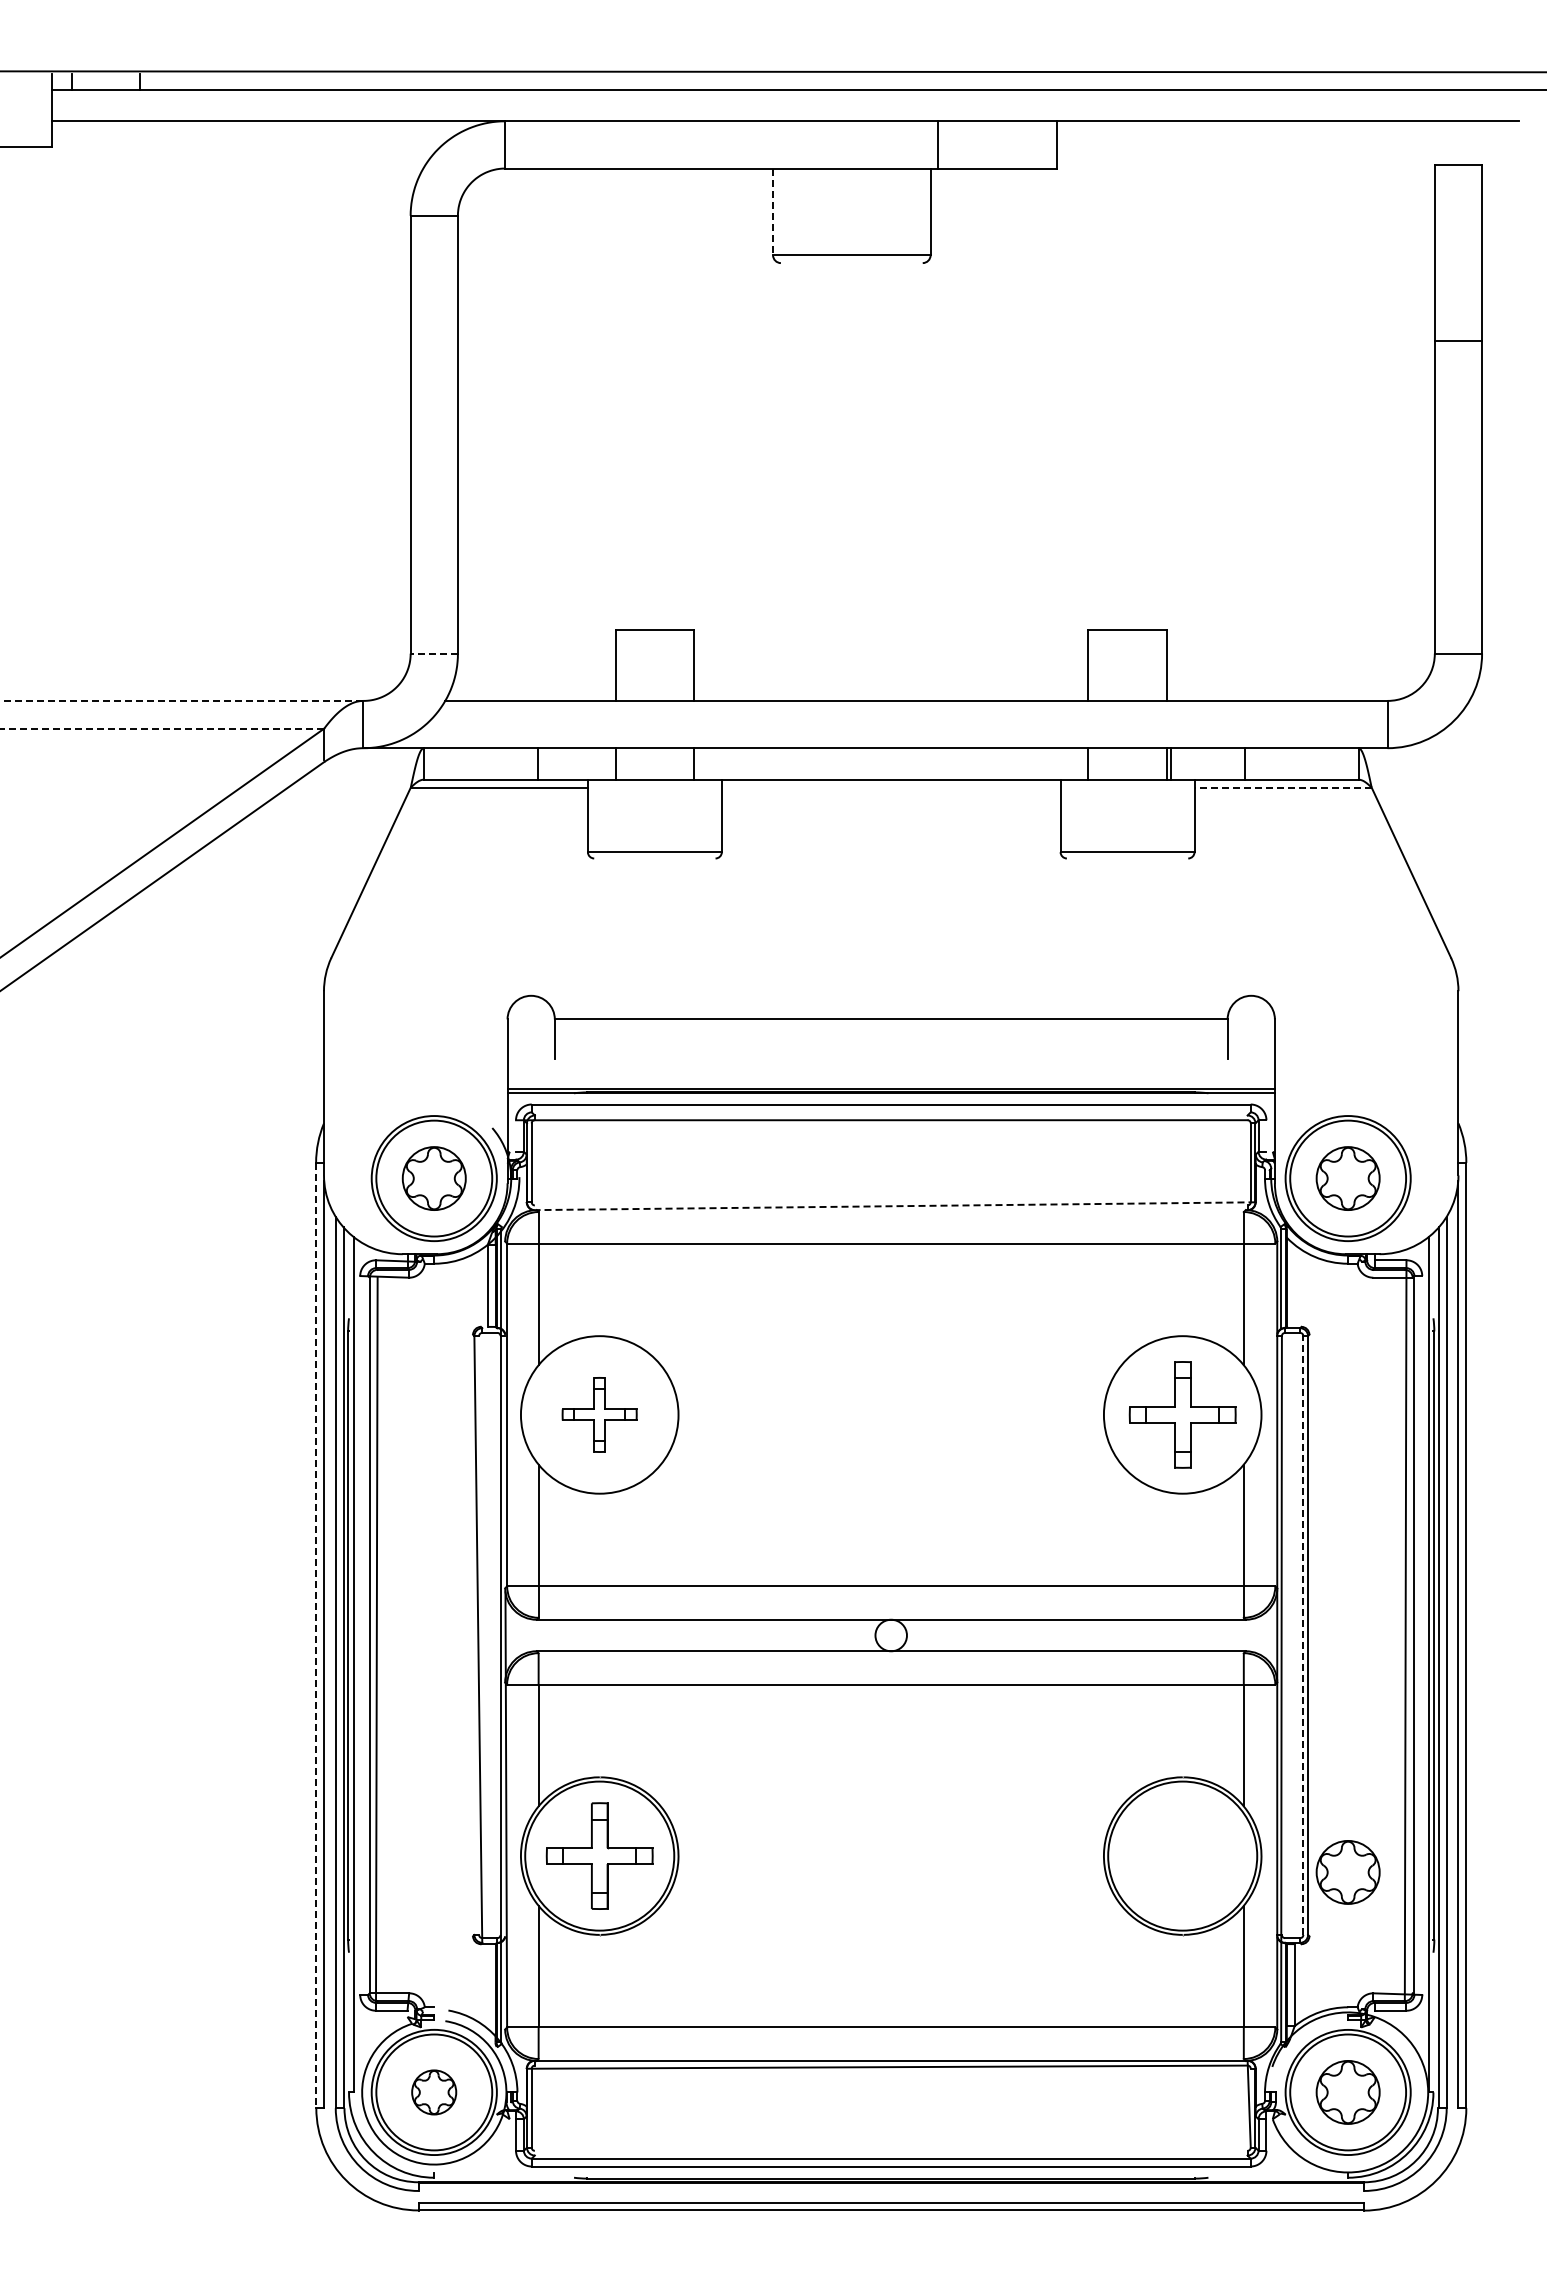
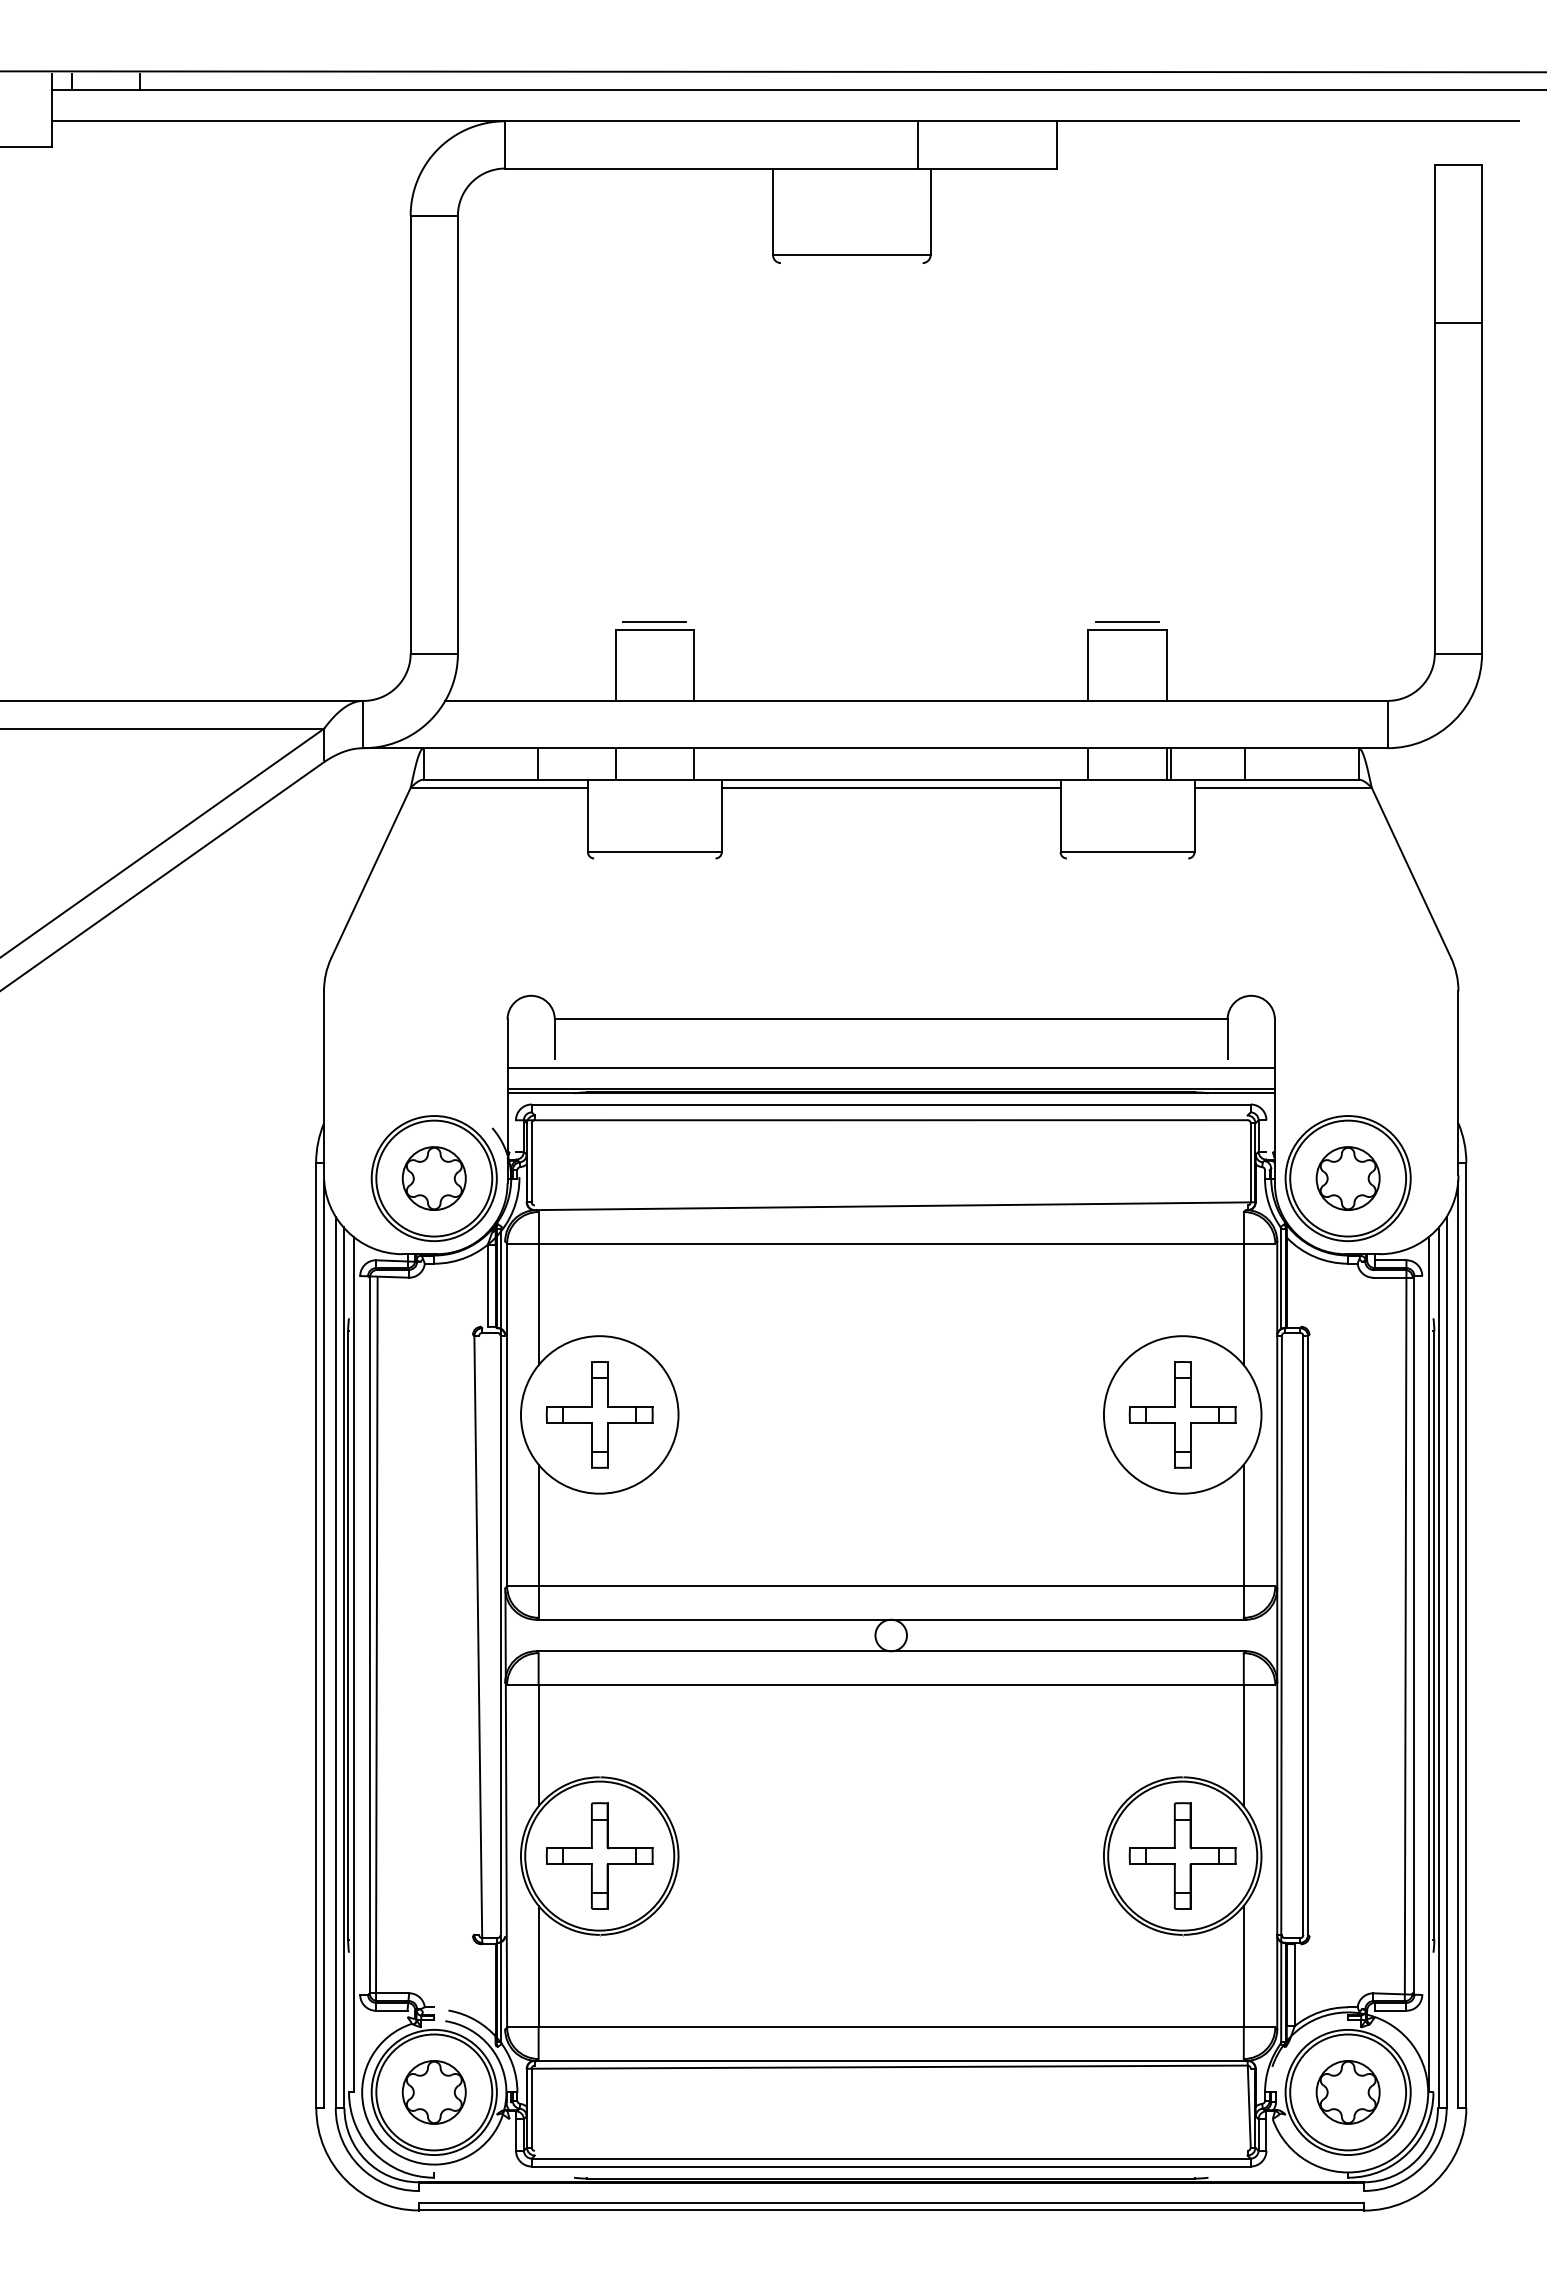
line at (938, 144) position: (938, 144) -> (918, 144)
line at (773, 212): dashed -> solid
line at (1458, 340) position: (1458, 340) -> (1458, 322)
line at (654, 622): none -> present
line at (1127, 622): none -> present
line at (434, 653): dashed -> solid
line at (181, 700): dashed -> solid
line at (162, 728): dashed -> solid
line at (890, 787): none -> present
line at (1283, 787): dashed -> solid
line at (890, 1068): none -> present
line at (895, 1206): dashed -> solid
part at (599, 1414) size: 77x76 px -> 109x108 px
line at (316, 1635): dashed -> solid
line at (1303, 1635): dashed -> solid
part at (1182, 1855): none -> present
part at (1347, 1872): present -> none
part at (434, 2092) size: 47x47 px -> 66x65 px
